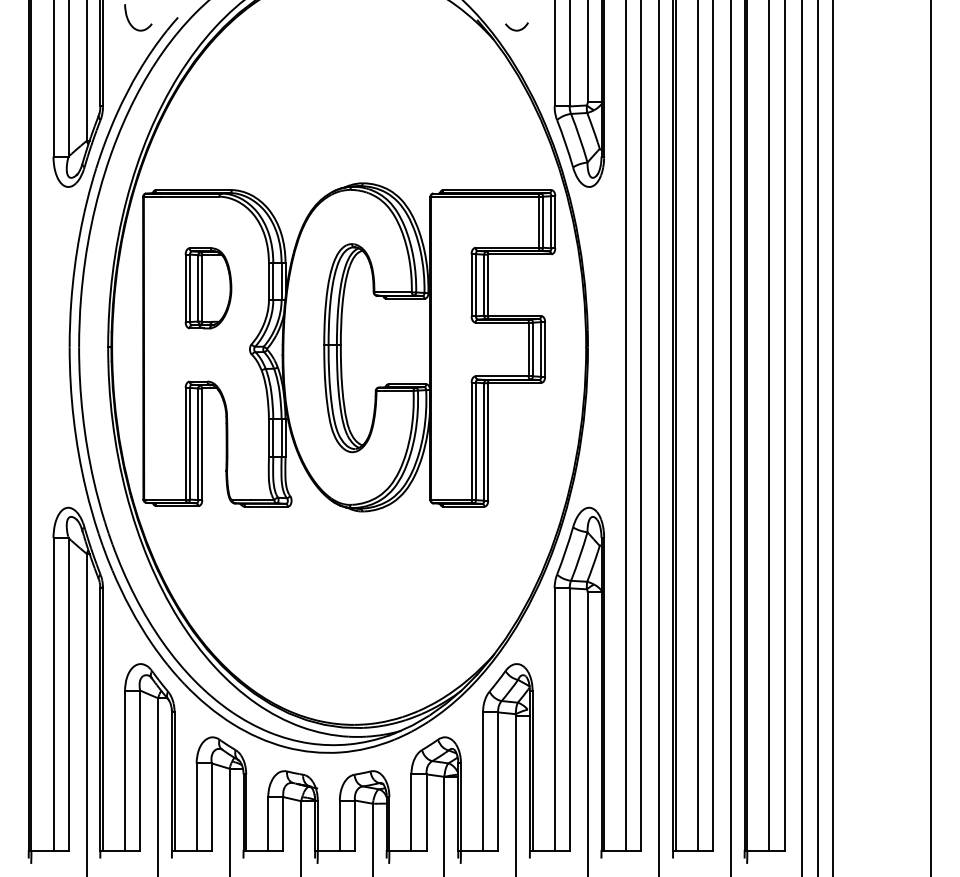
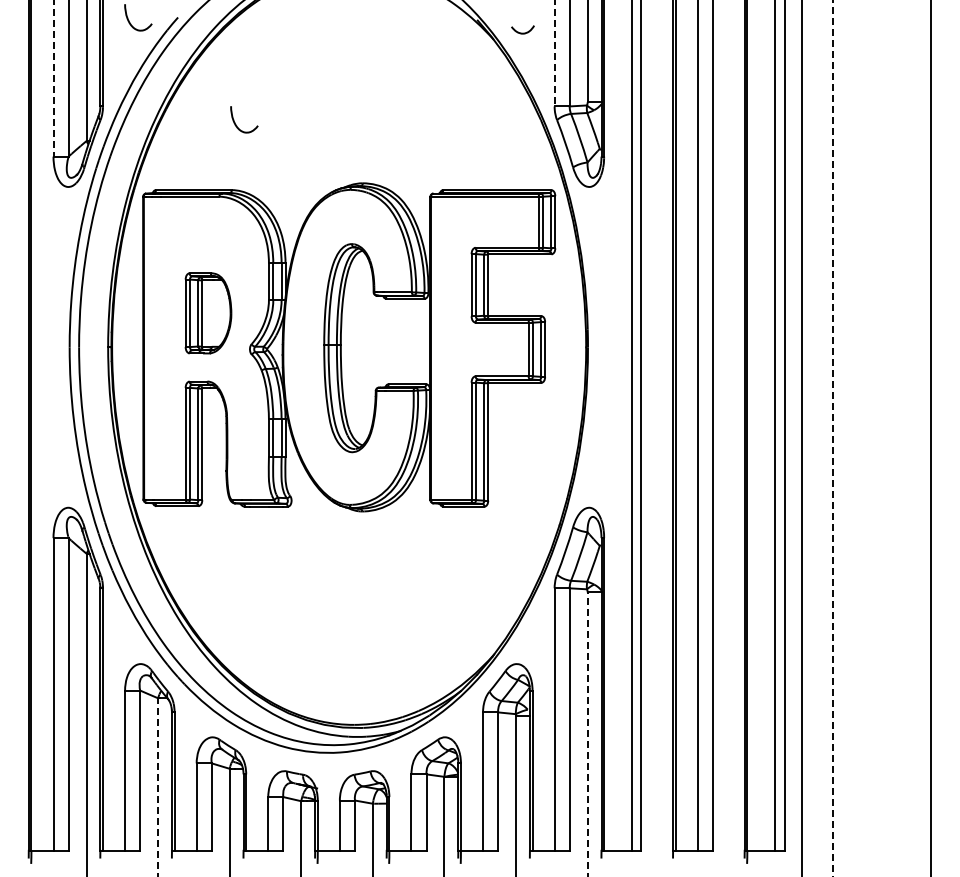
curve at (516, 29) position: (516, 29) -> (522, 32)
line at (554, 53): solid -> dashed
line at (53, 78): solid -> dashed
curve at (237, 125): none -> present
part at (208, 288) position: (208, 288) -> (208, 313)
line at (626, 426) position: (626, 426) -> (632, 426)
line at (769, 426) position: (769, 426) -> (775, 426)
line at (659, 437): present -> none
line at (730, 437): present -> none
line at (817, 437): present -> none
line at (832, 438): solid -> dashed
line at (587, 734): solid -> dashed
line at (158, 787): solid -> dashed
